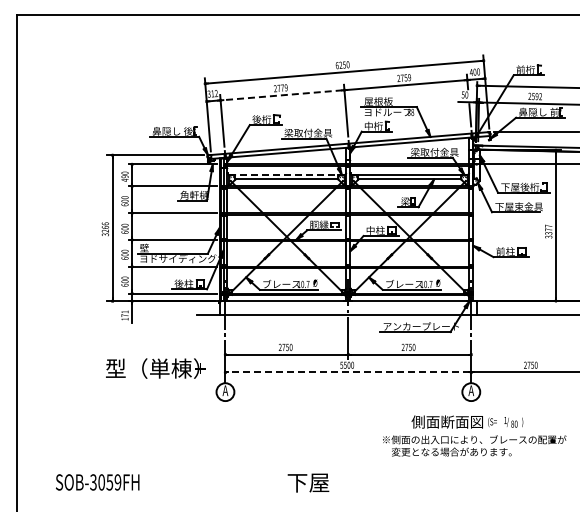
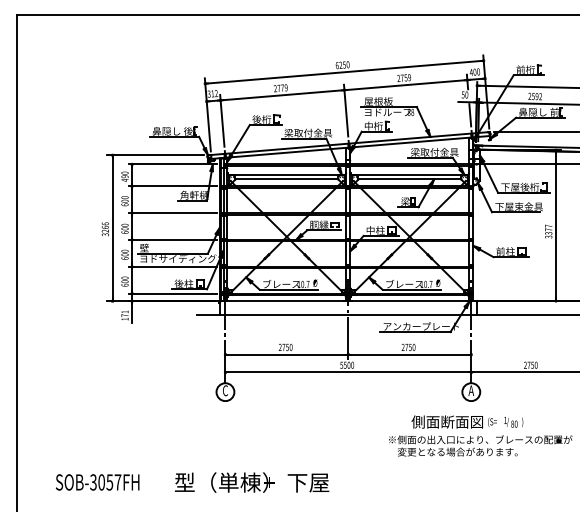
line at (282, 95): dashed -> solid
line at (287, 174): dashed -> solid
text at (155, 368) position: (155, 368) -> (224, 482)
line at (347, 372): dashed -> solid
text at (225, 390): A -> C
text at (474, 445) position: (474, 445) -> (480, 445)
text at (117, 482): SOB-3059FH -> SOB-3057FH
